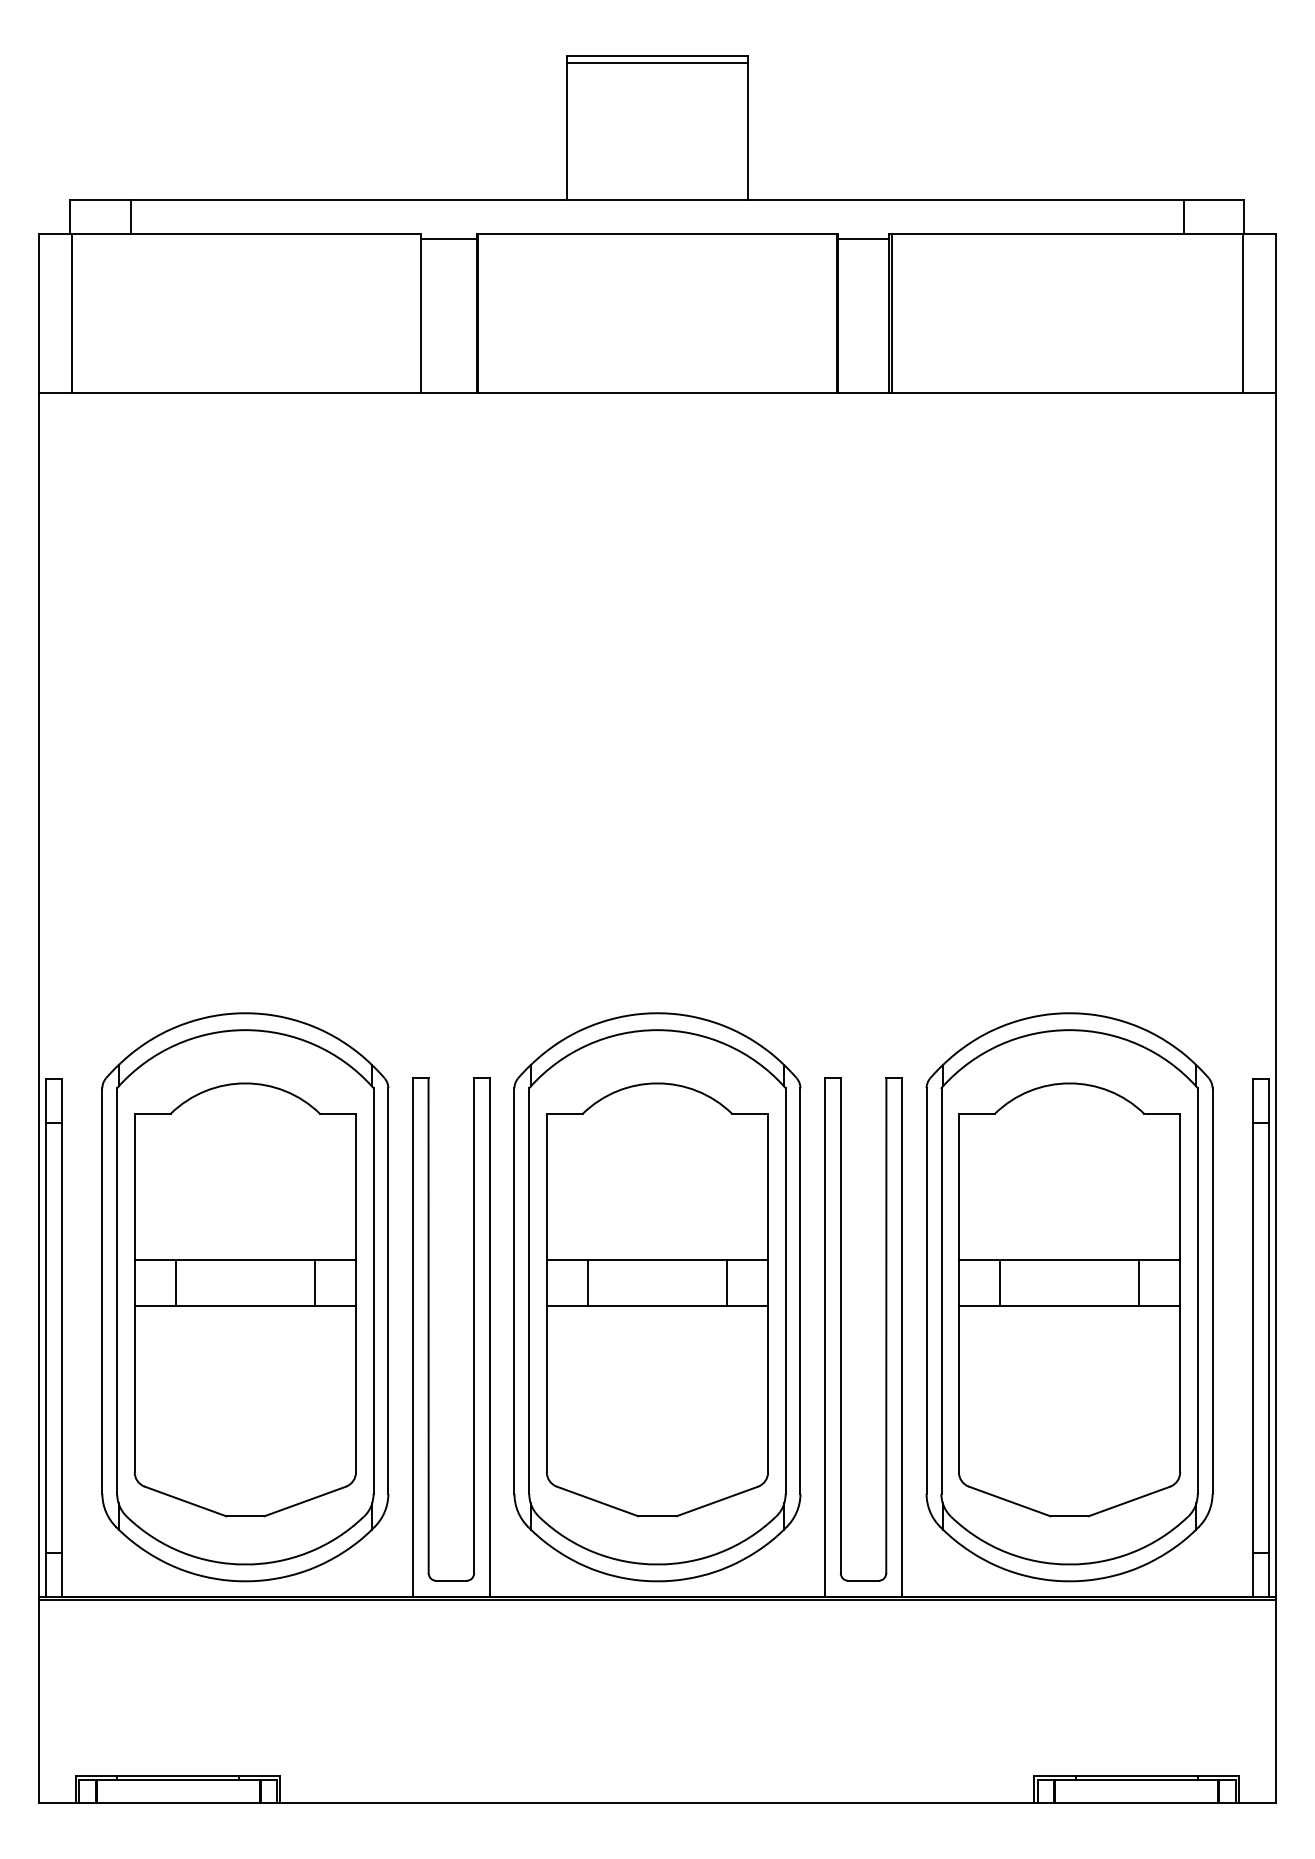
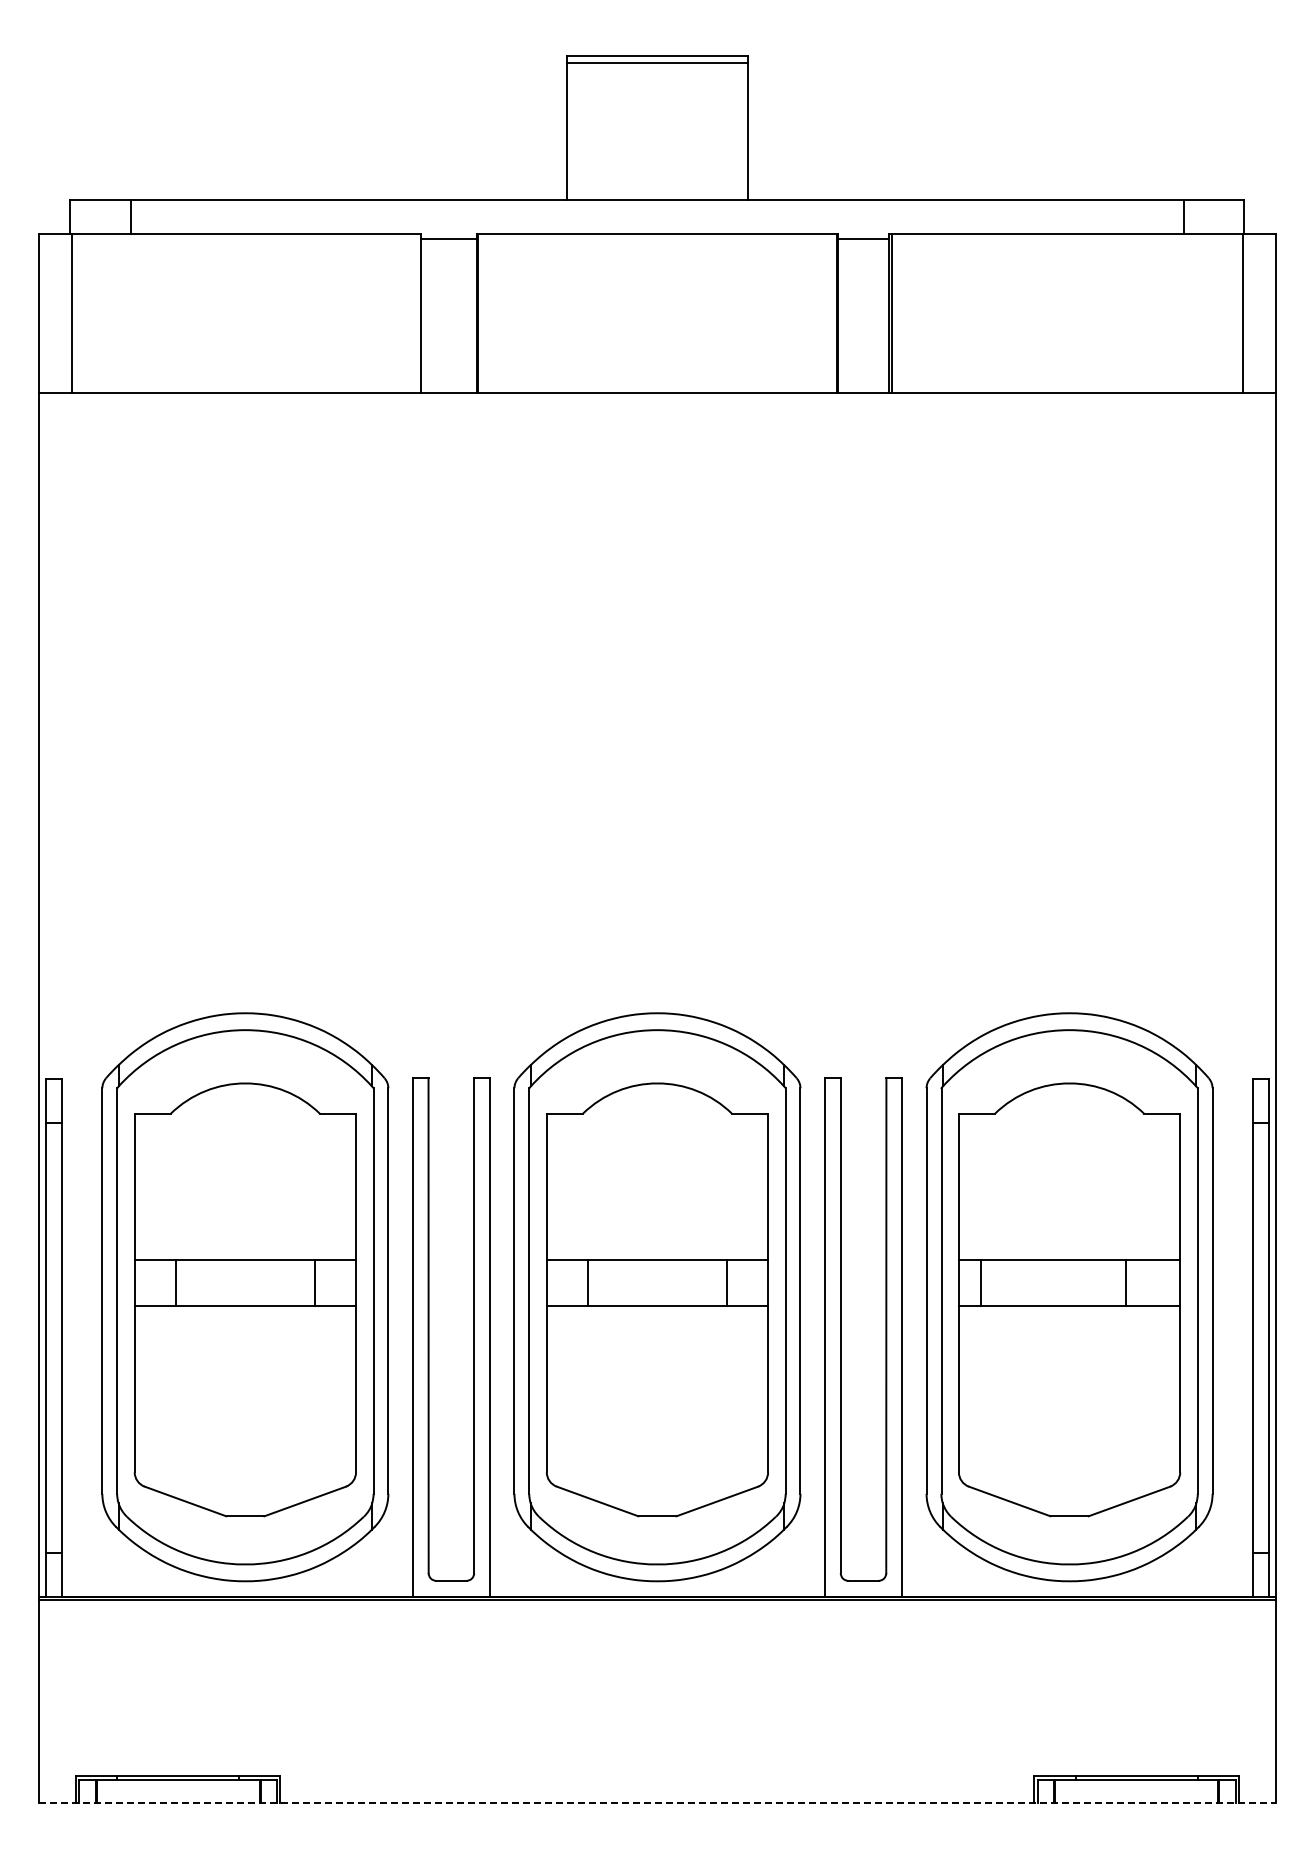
line at (1000, 1282) position: (1000, 1282) -> (981, 1282)
line at (1139, 1282) position: (1139, 1282) -> (1126, 1282)
line at (657, 1803): solid -> dashed
